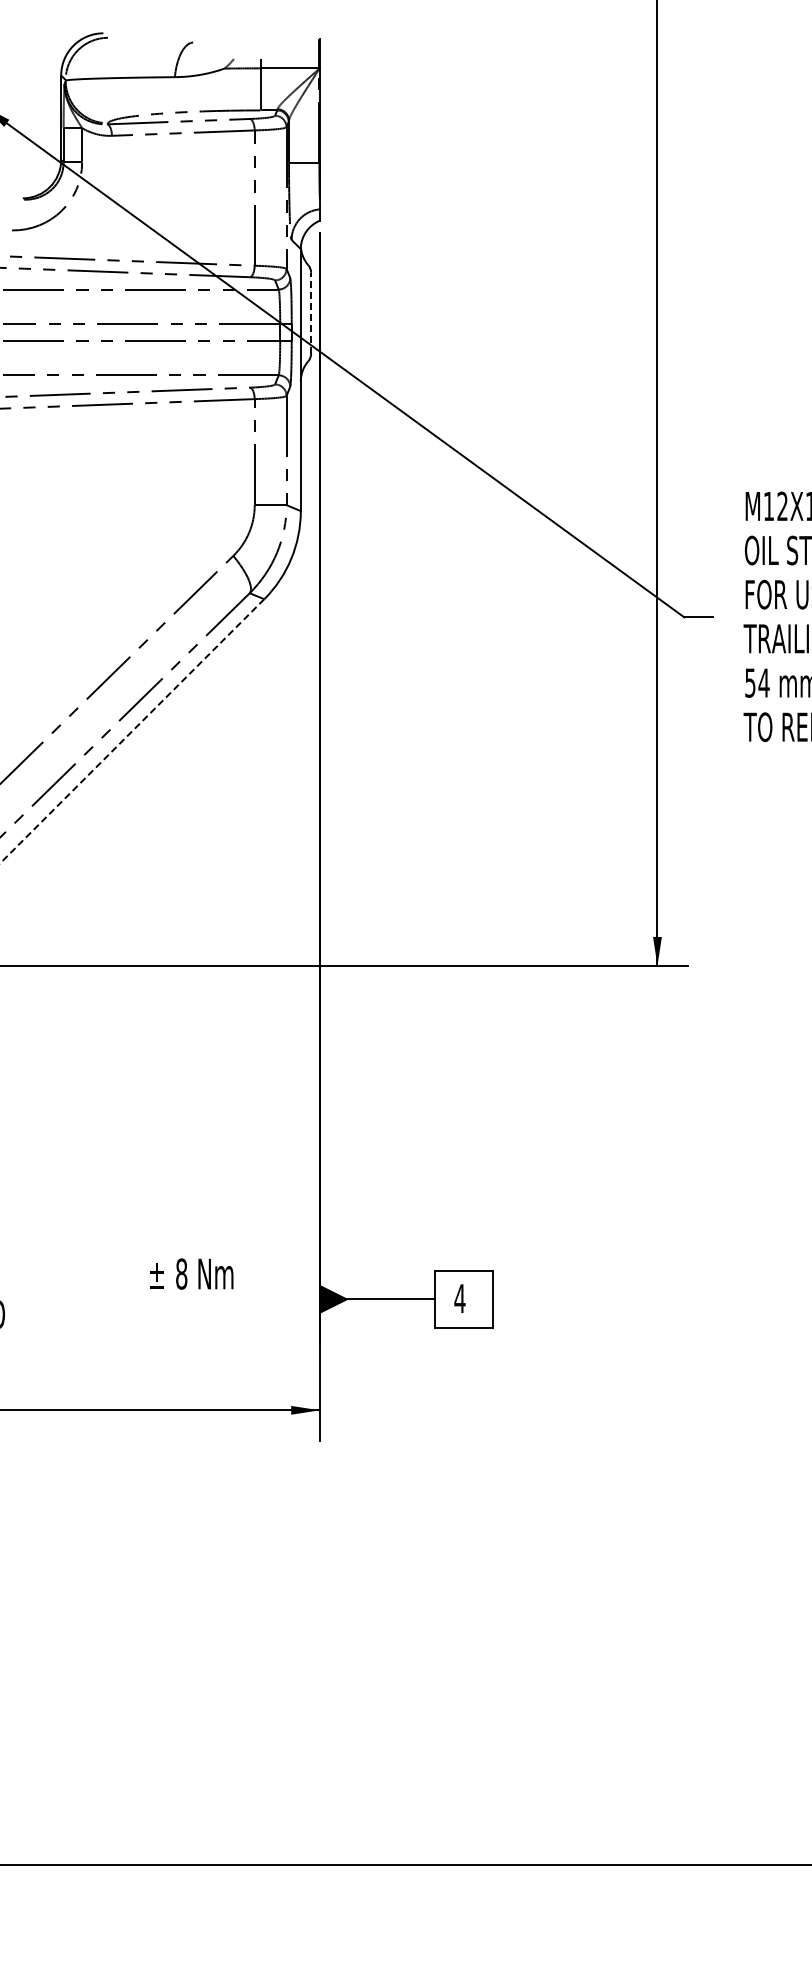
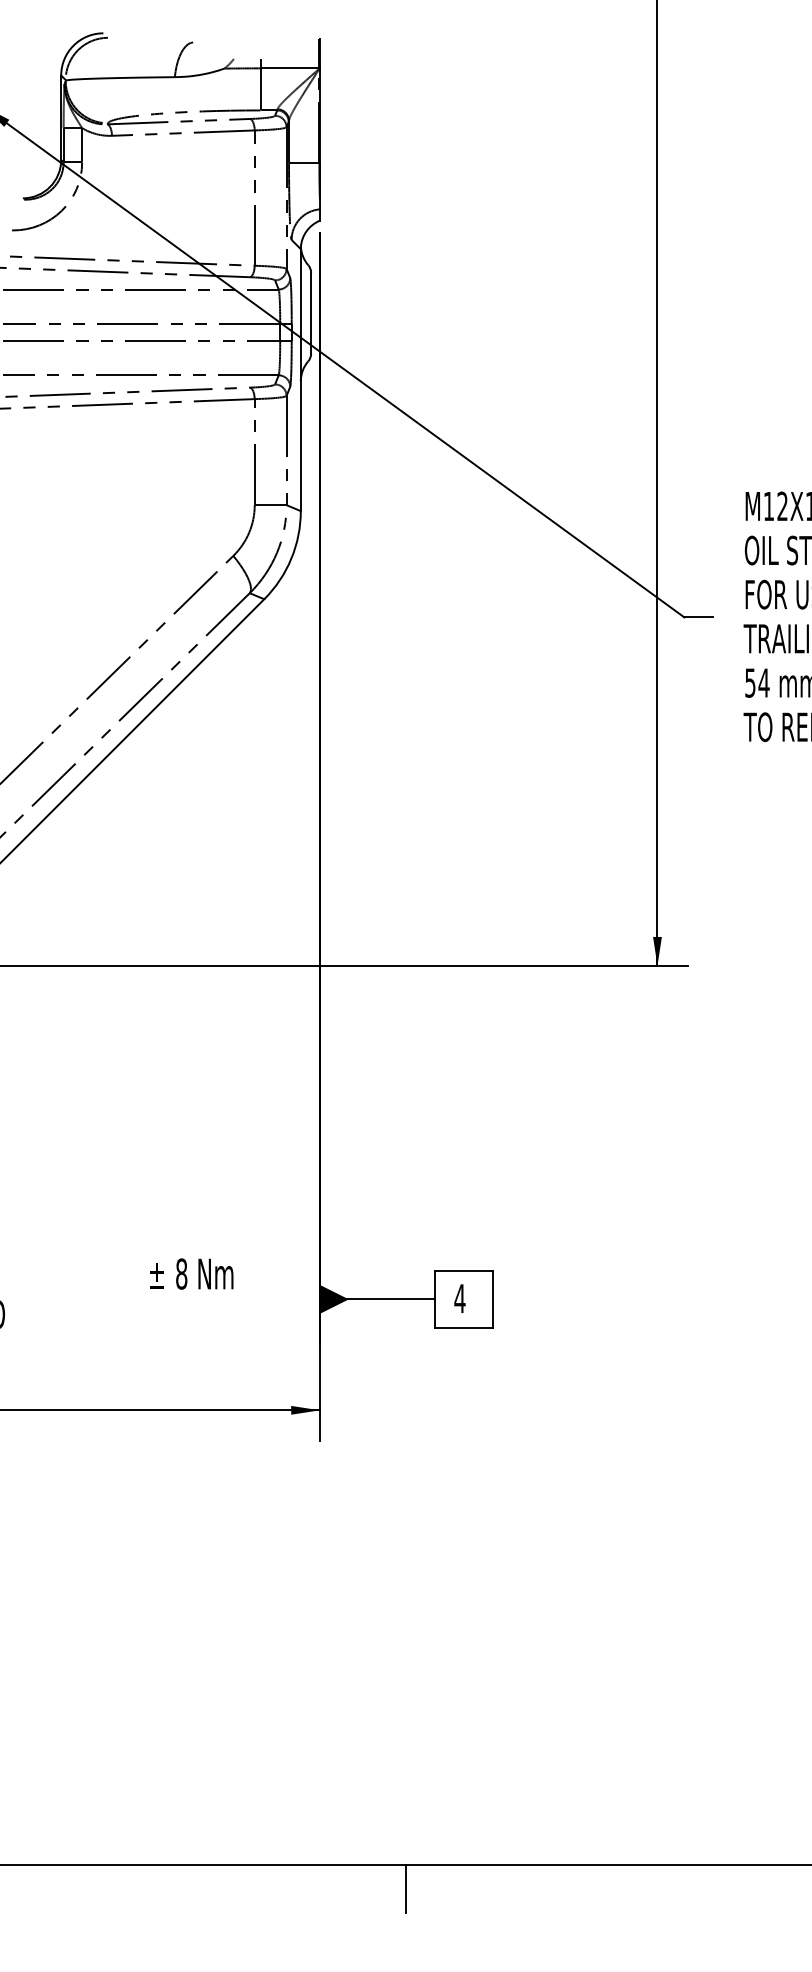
line at (311, 312): dashed -> solid
line at (132, 731): dashed -> solid
line at (405, 1888): none -> present
